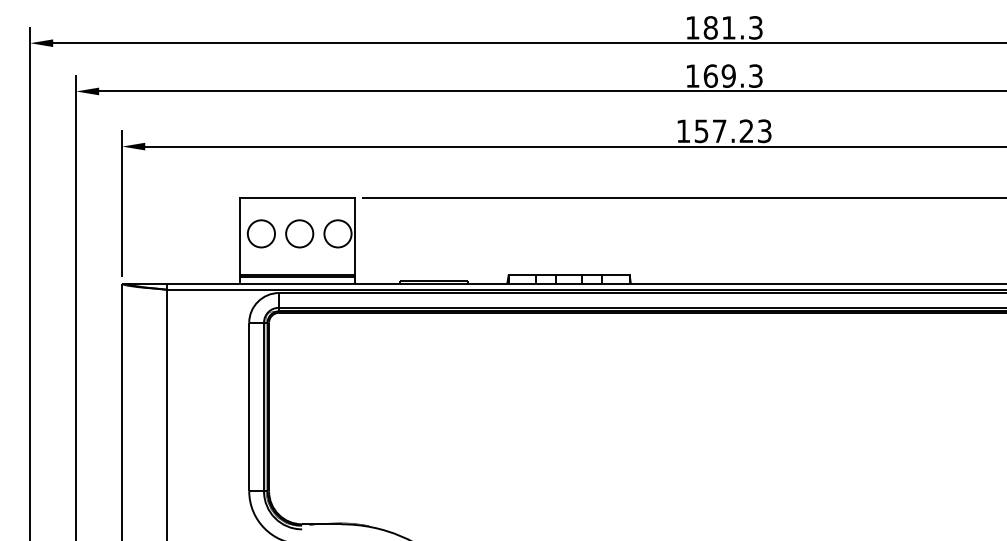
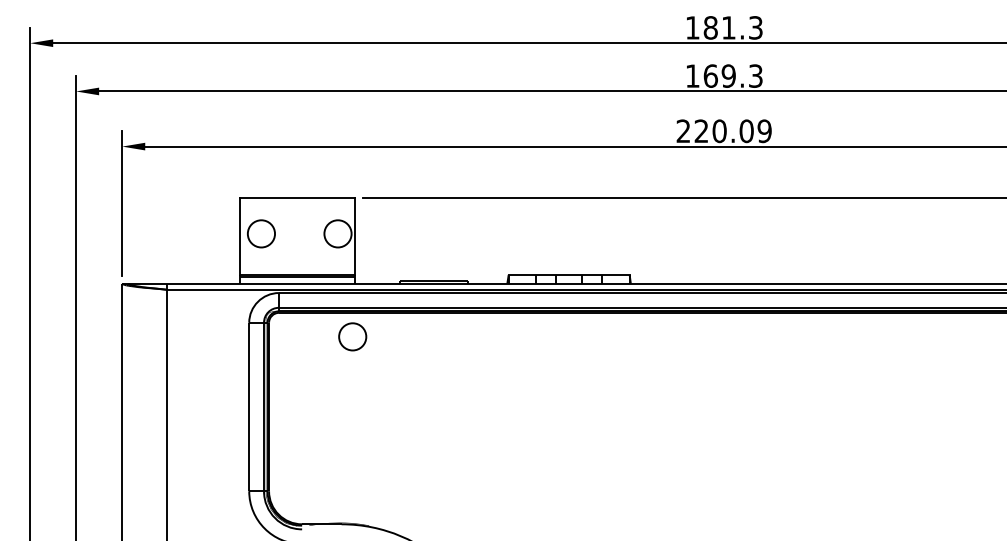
text at (723, 131): 157.23 -> 220.09
circle at (299, 233) position: (299, 233) -> (352, 336)
